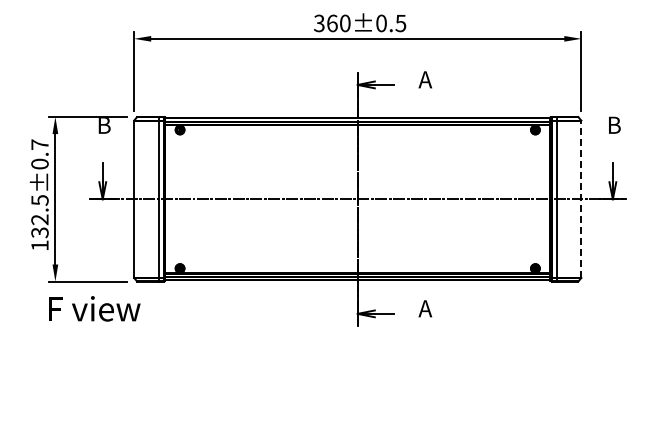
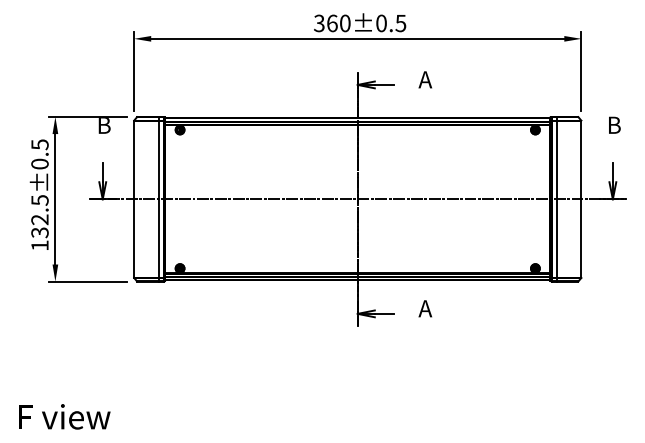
text at (39, 144): 132.5±0.7 -> 132.5±0.5
line at (581, 198): dashed -> solid
text at (94, 308) position: (94, 308) -> (64, 416)
